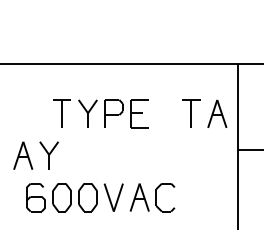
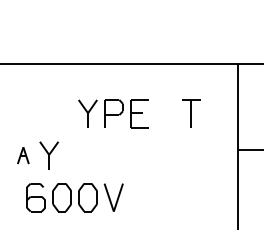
part at (61, 113): present -> none
part at (217, 113): present -> none
part at (23, 155) size: 21x29 px -> 13x18 px
part at (152, 197): present -> none
